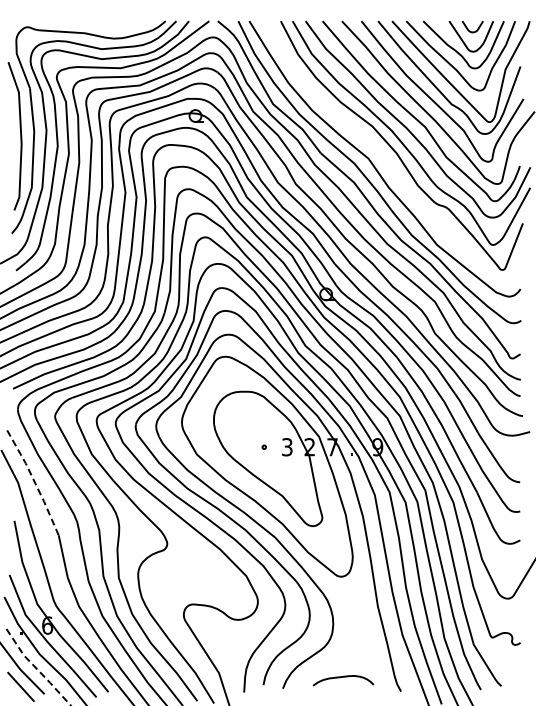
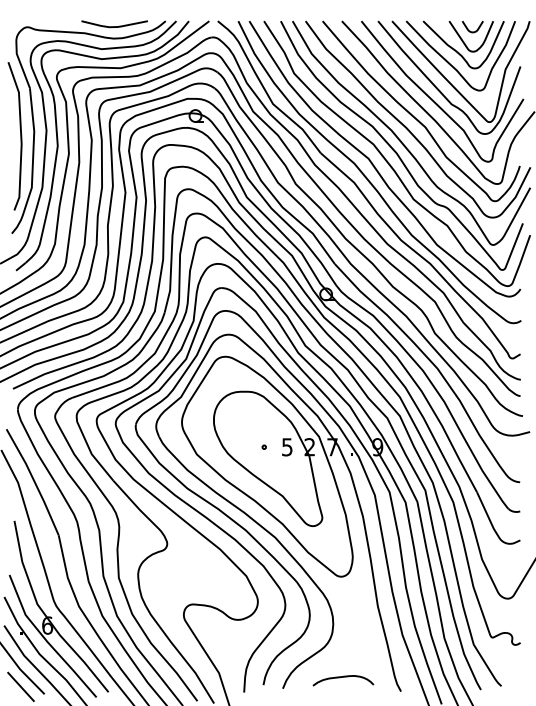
curve at (114, 26): none -> present
curve at (388, 161): none -> present
text at (287, 446): 3 -> 5
line at (34, 481): dashed -> solid
line at (35, 667): dashed -> solid
